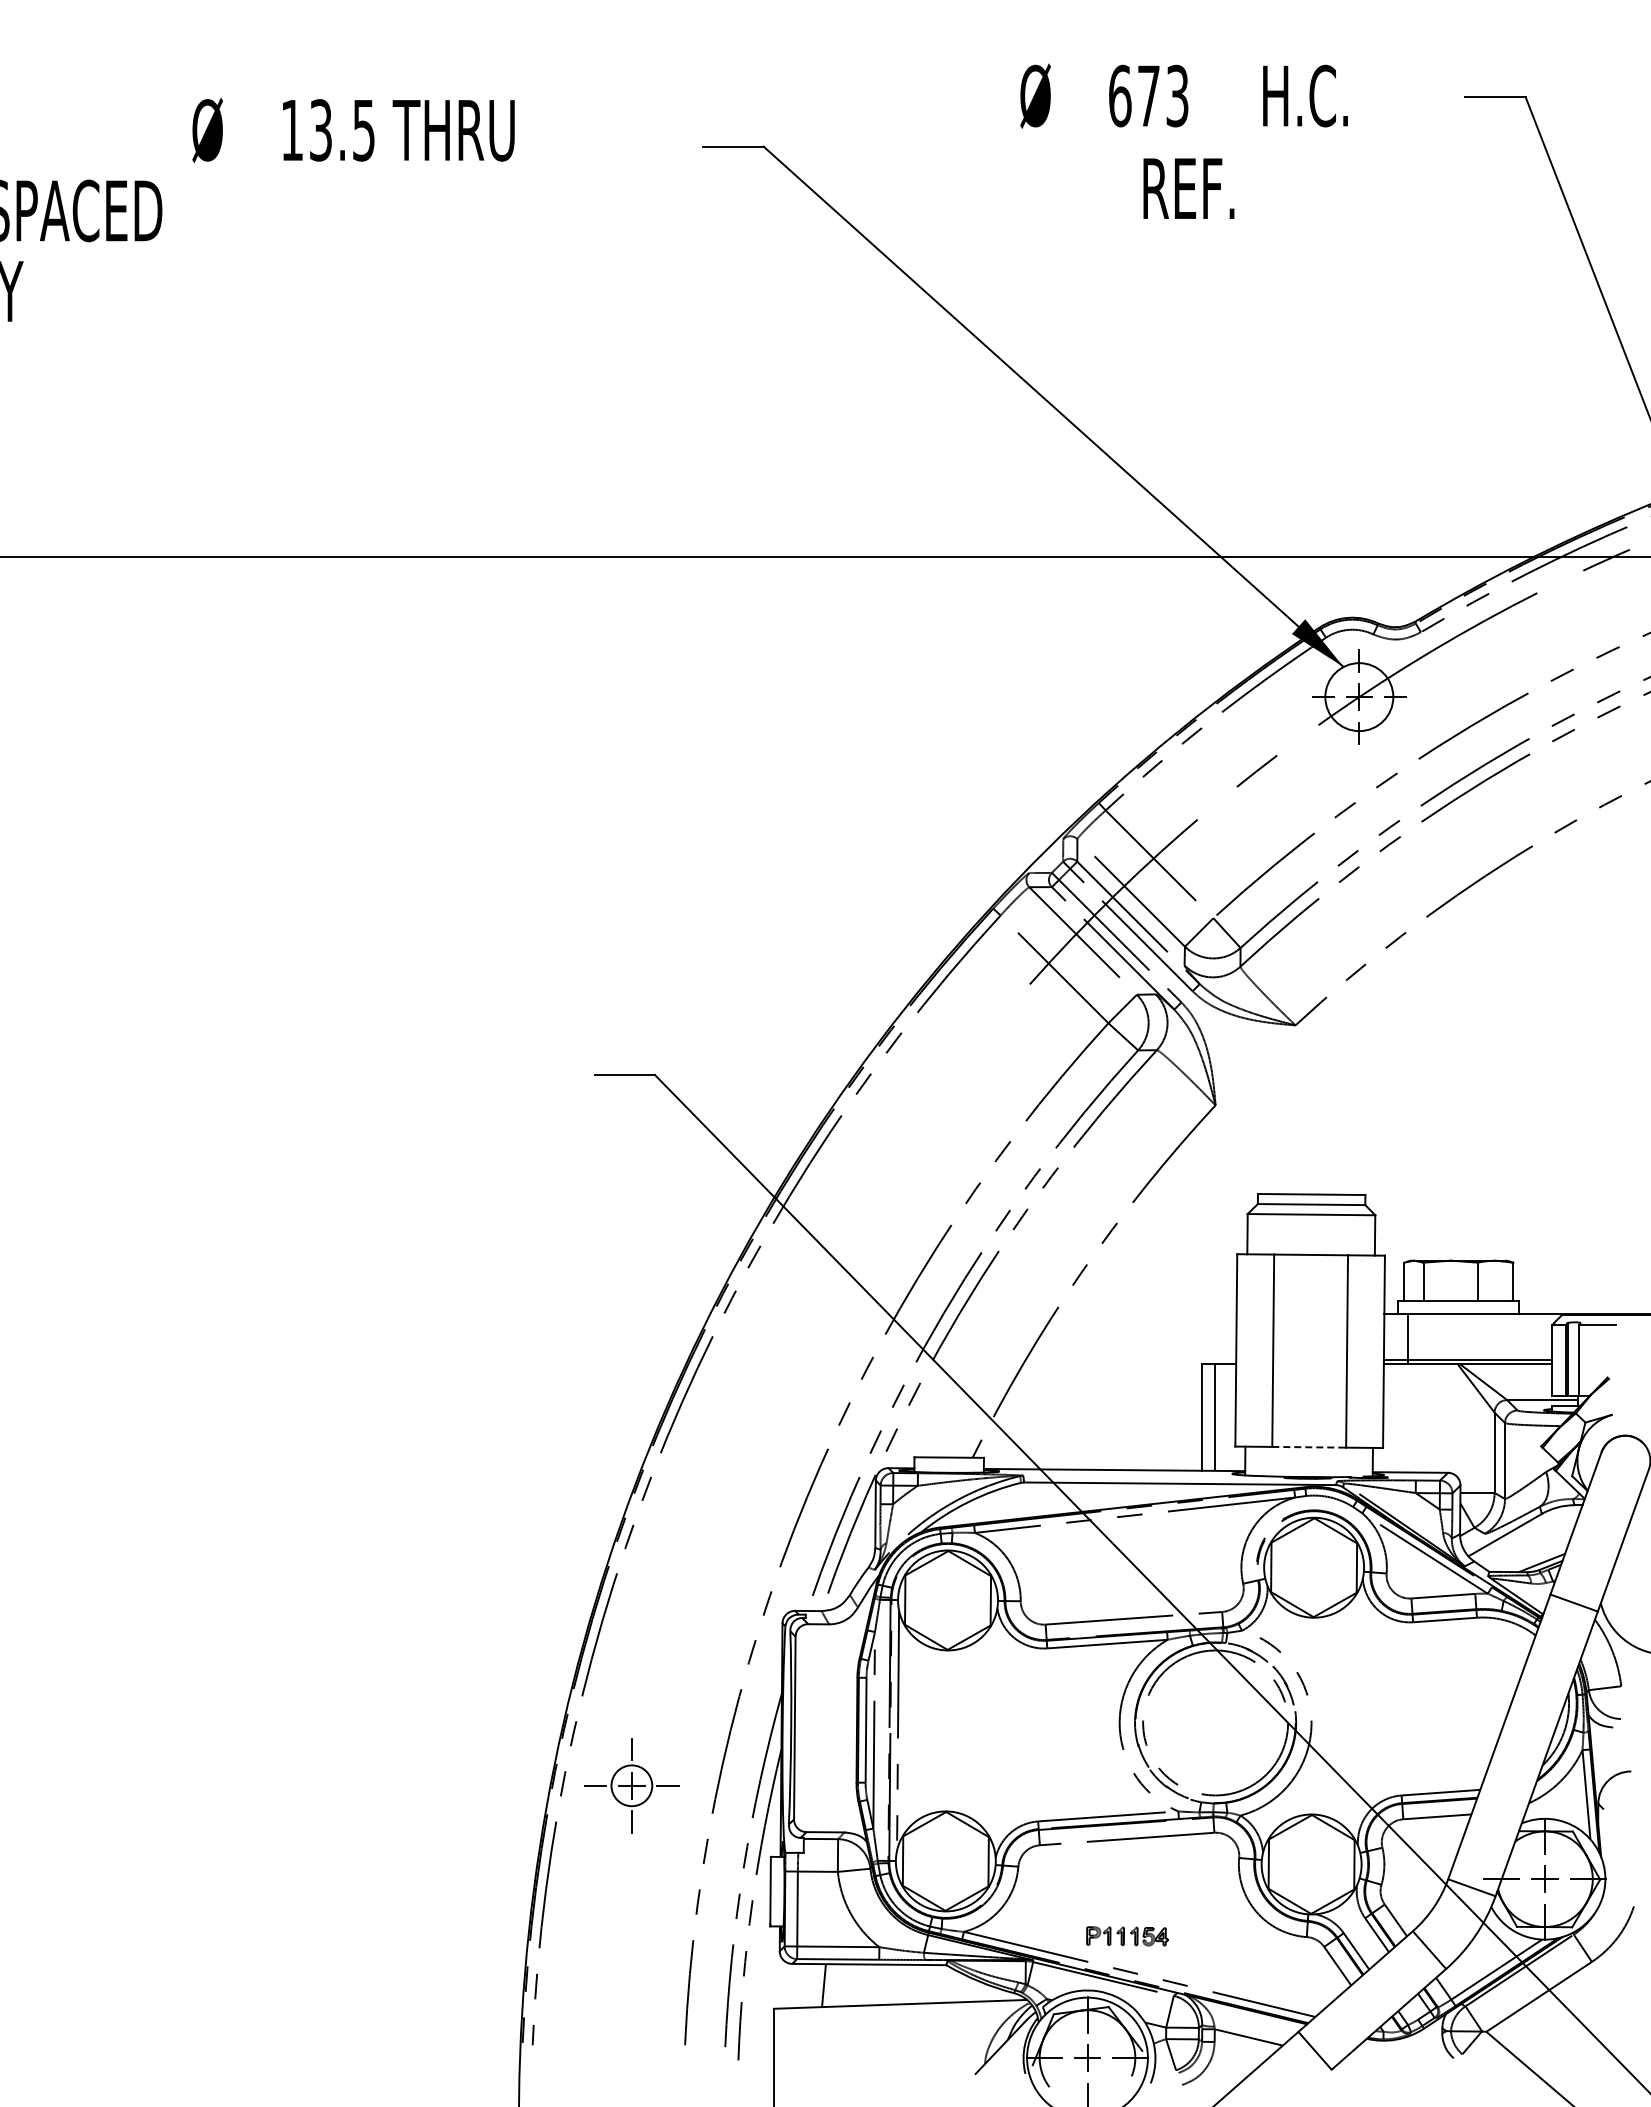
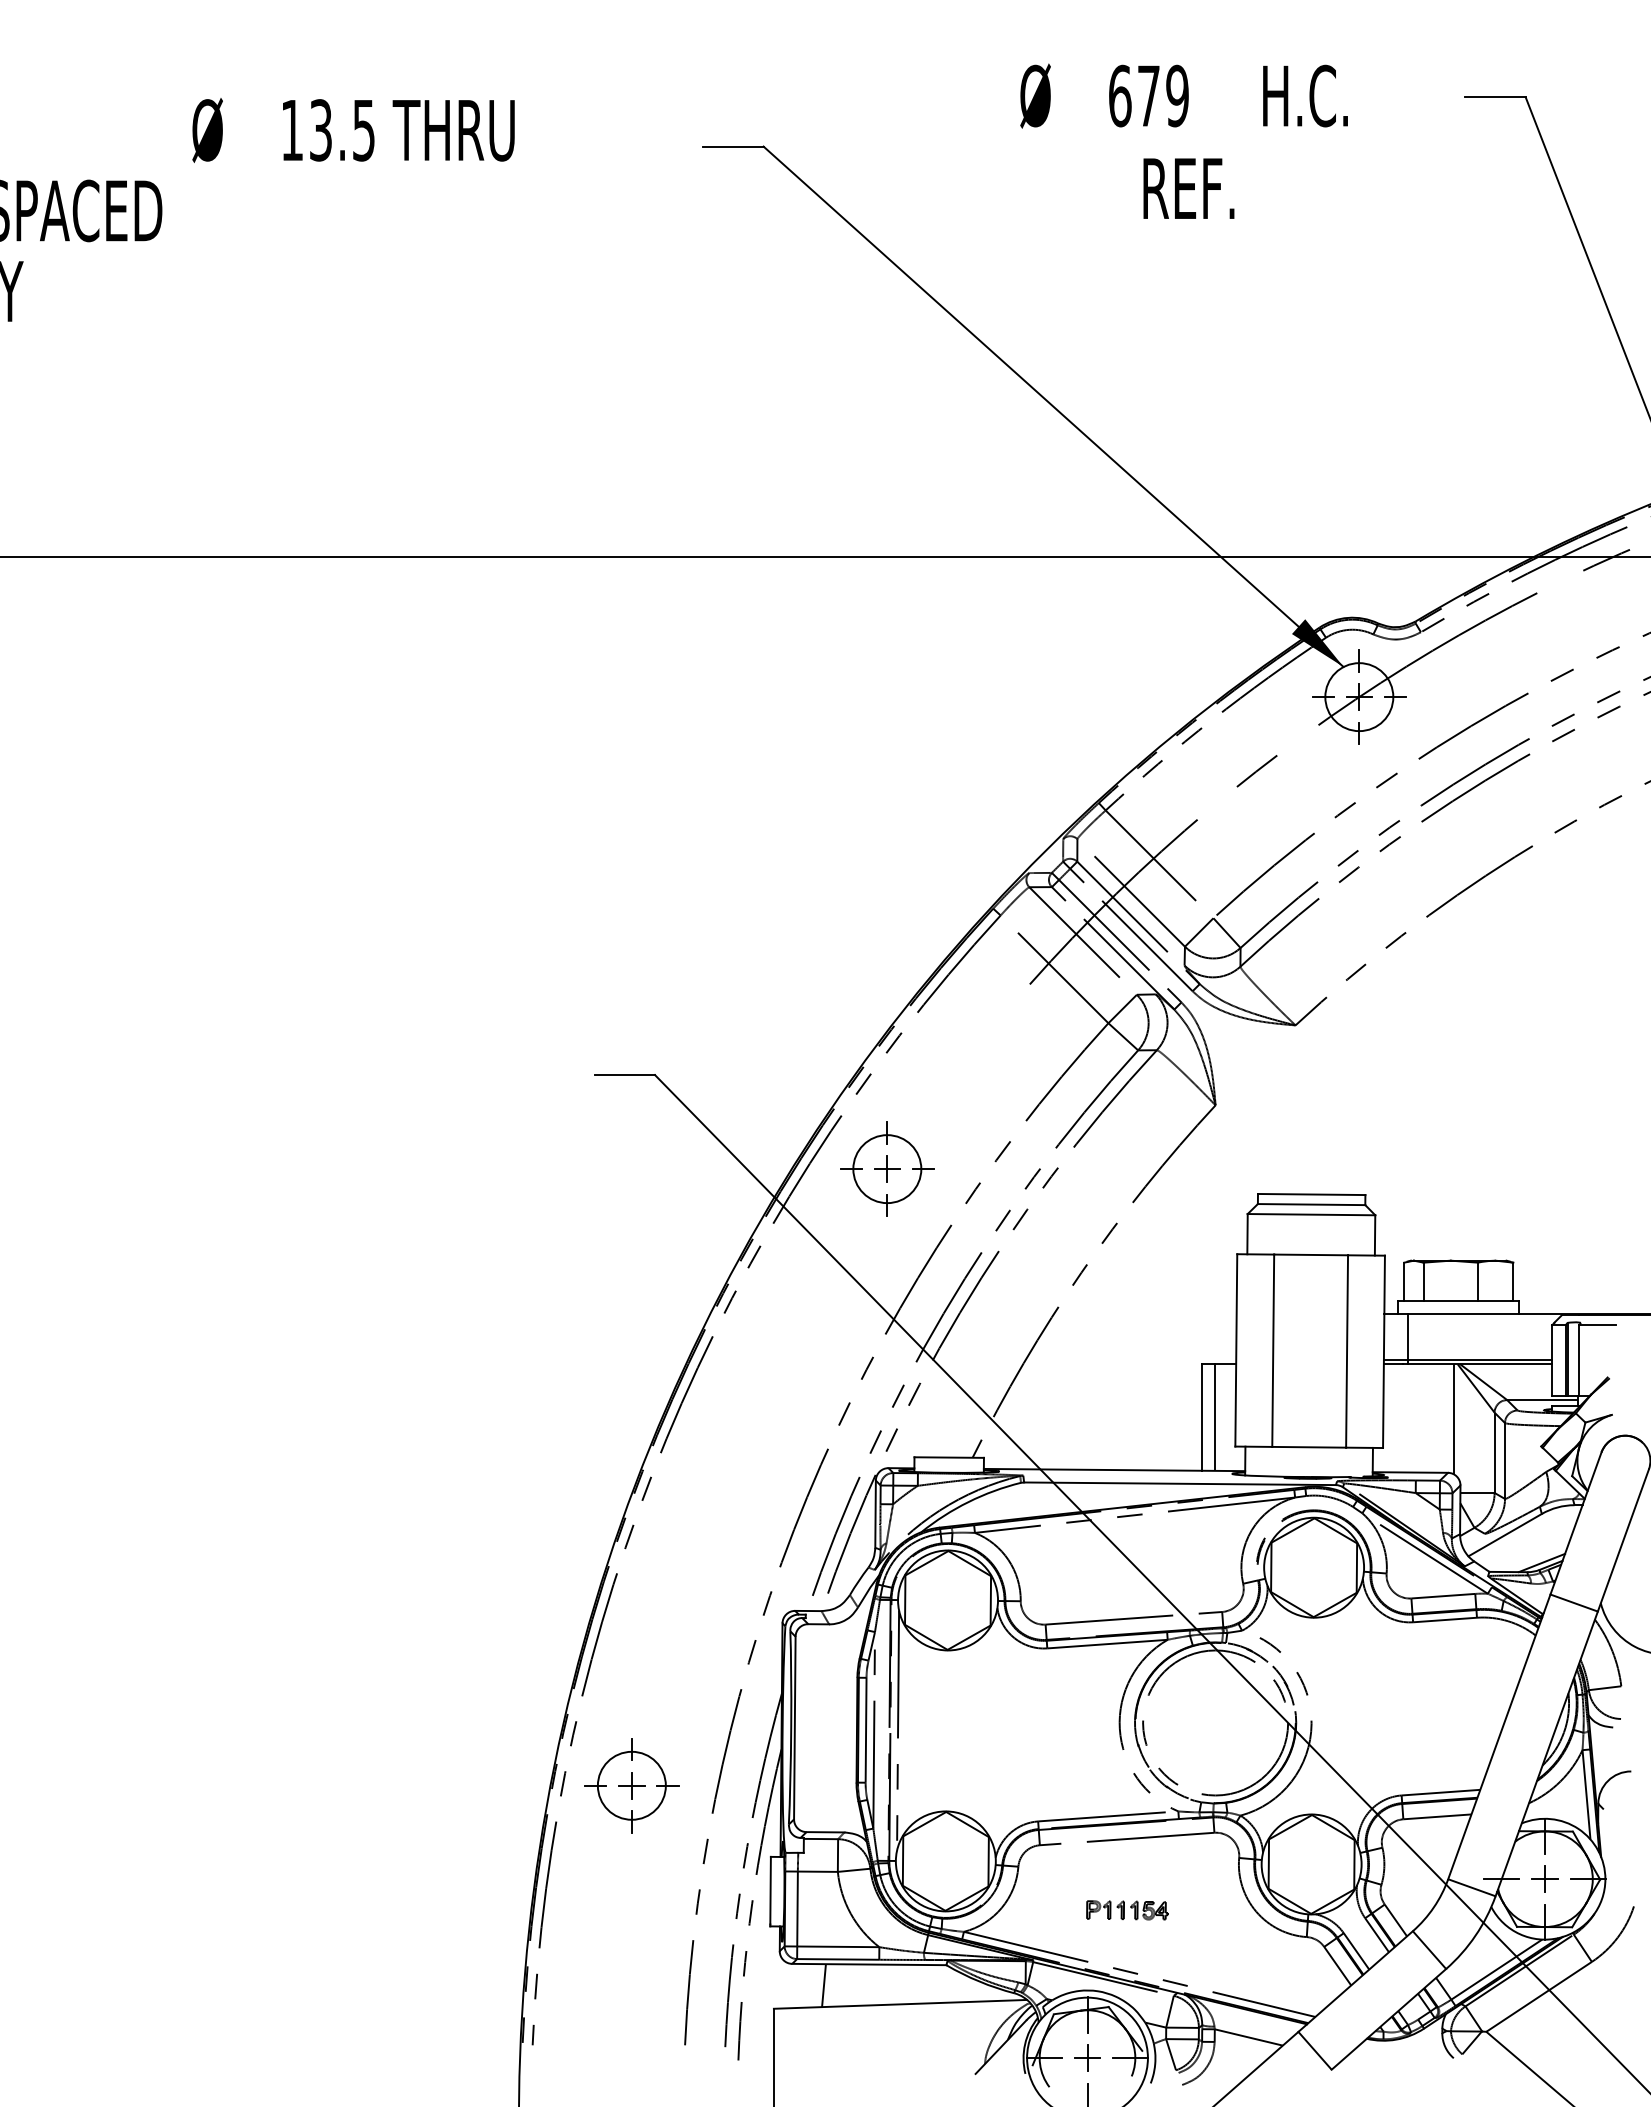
text at (1177, 96): 673 -> 679
part at (887, 1168): none -> present
line at (1454, 1419): none -> present
line at (1309, 1447): dashed -> solid
circle at (631, 1785) diameter: 41 px -> 68 px
part at (1127, 1936) position: (1127, 1936) -> (1127, 1910)
